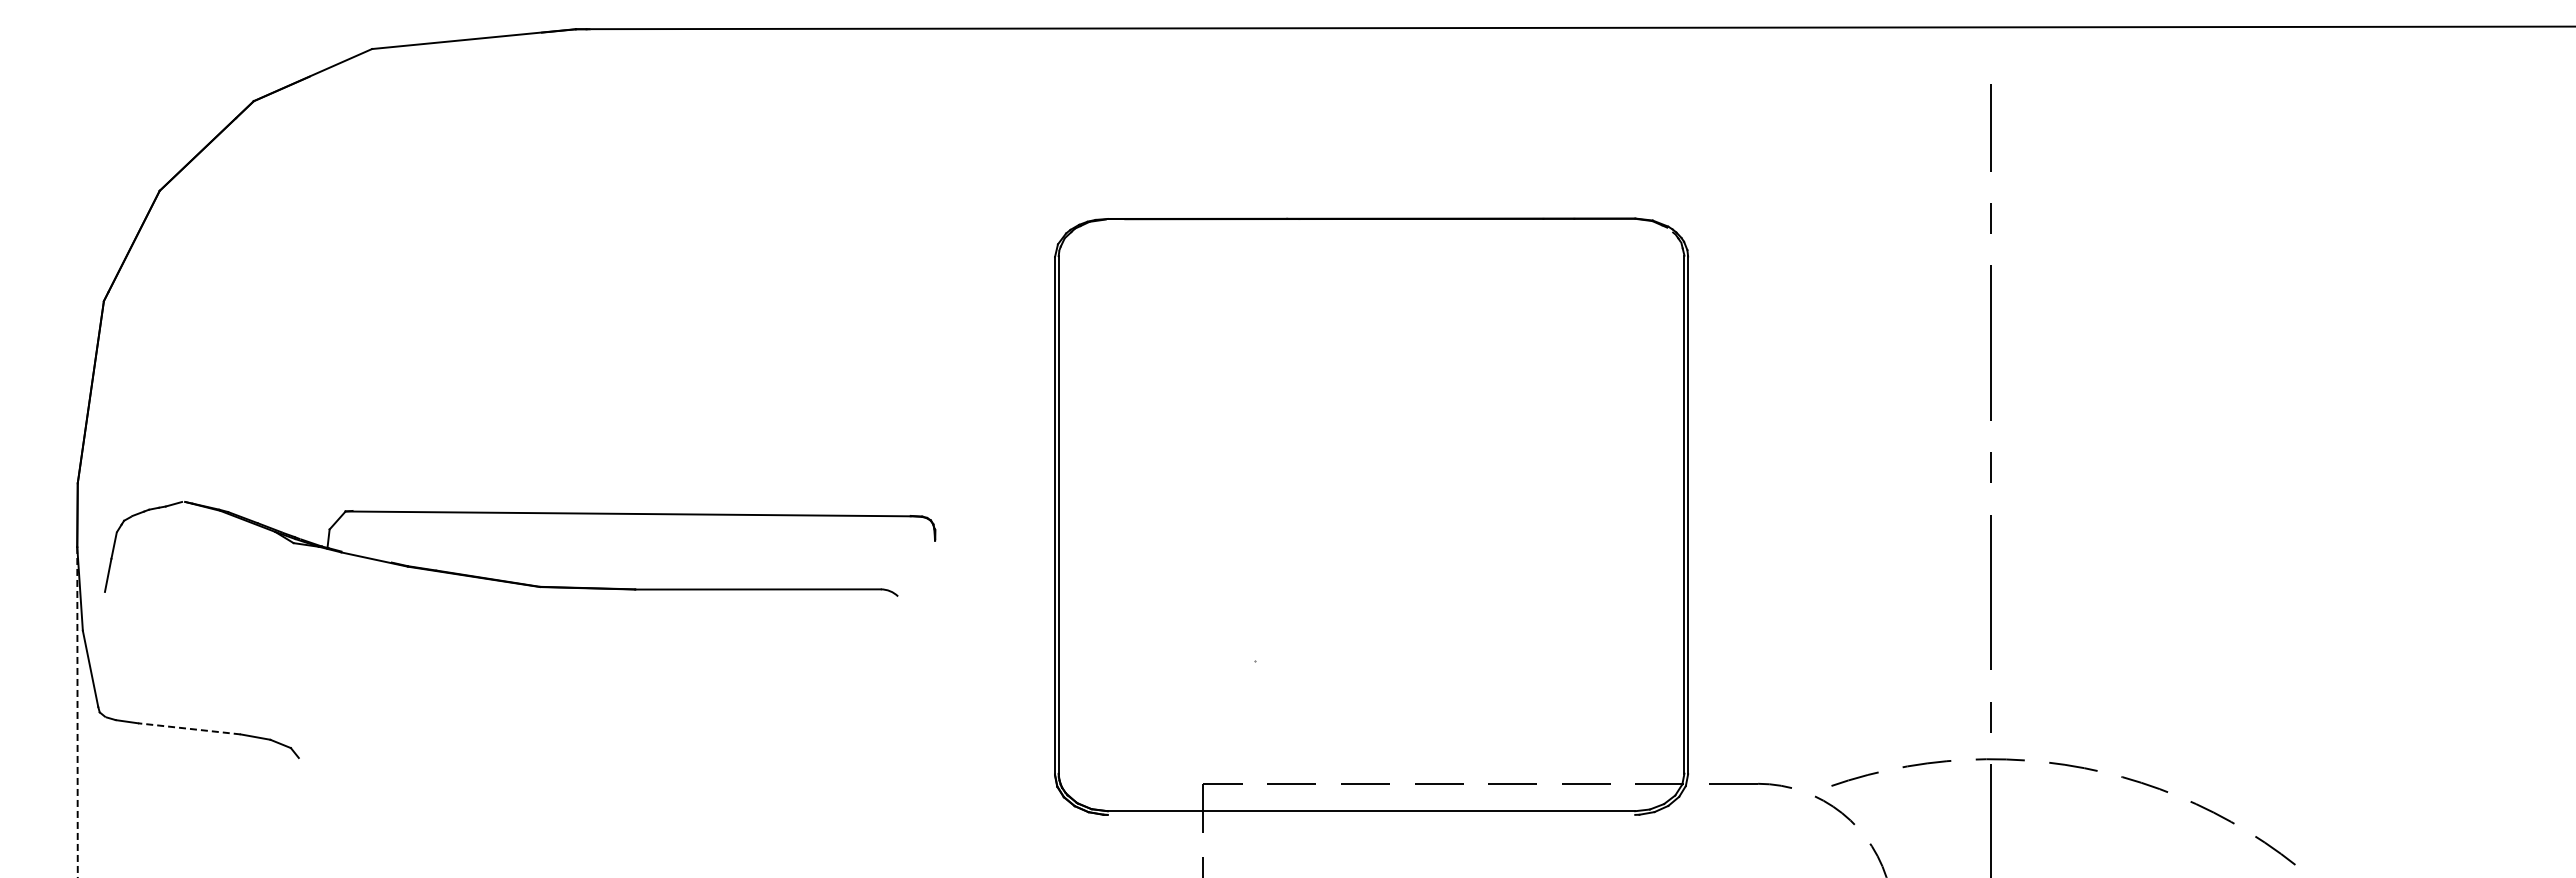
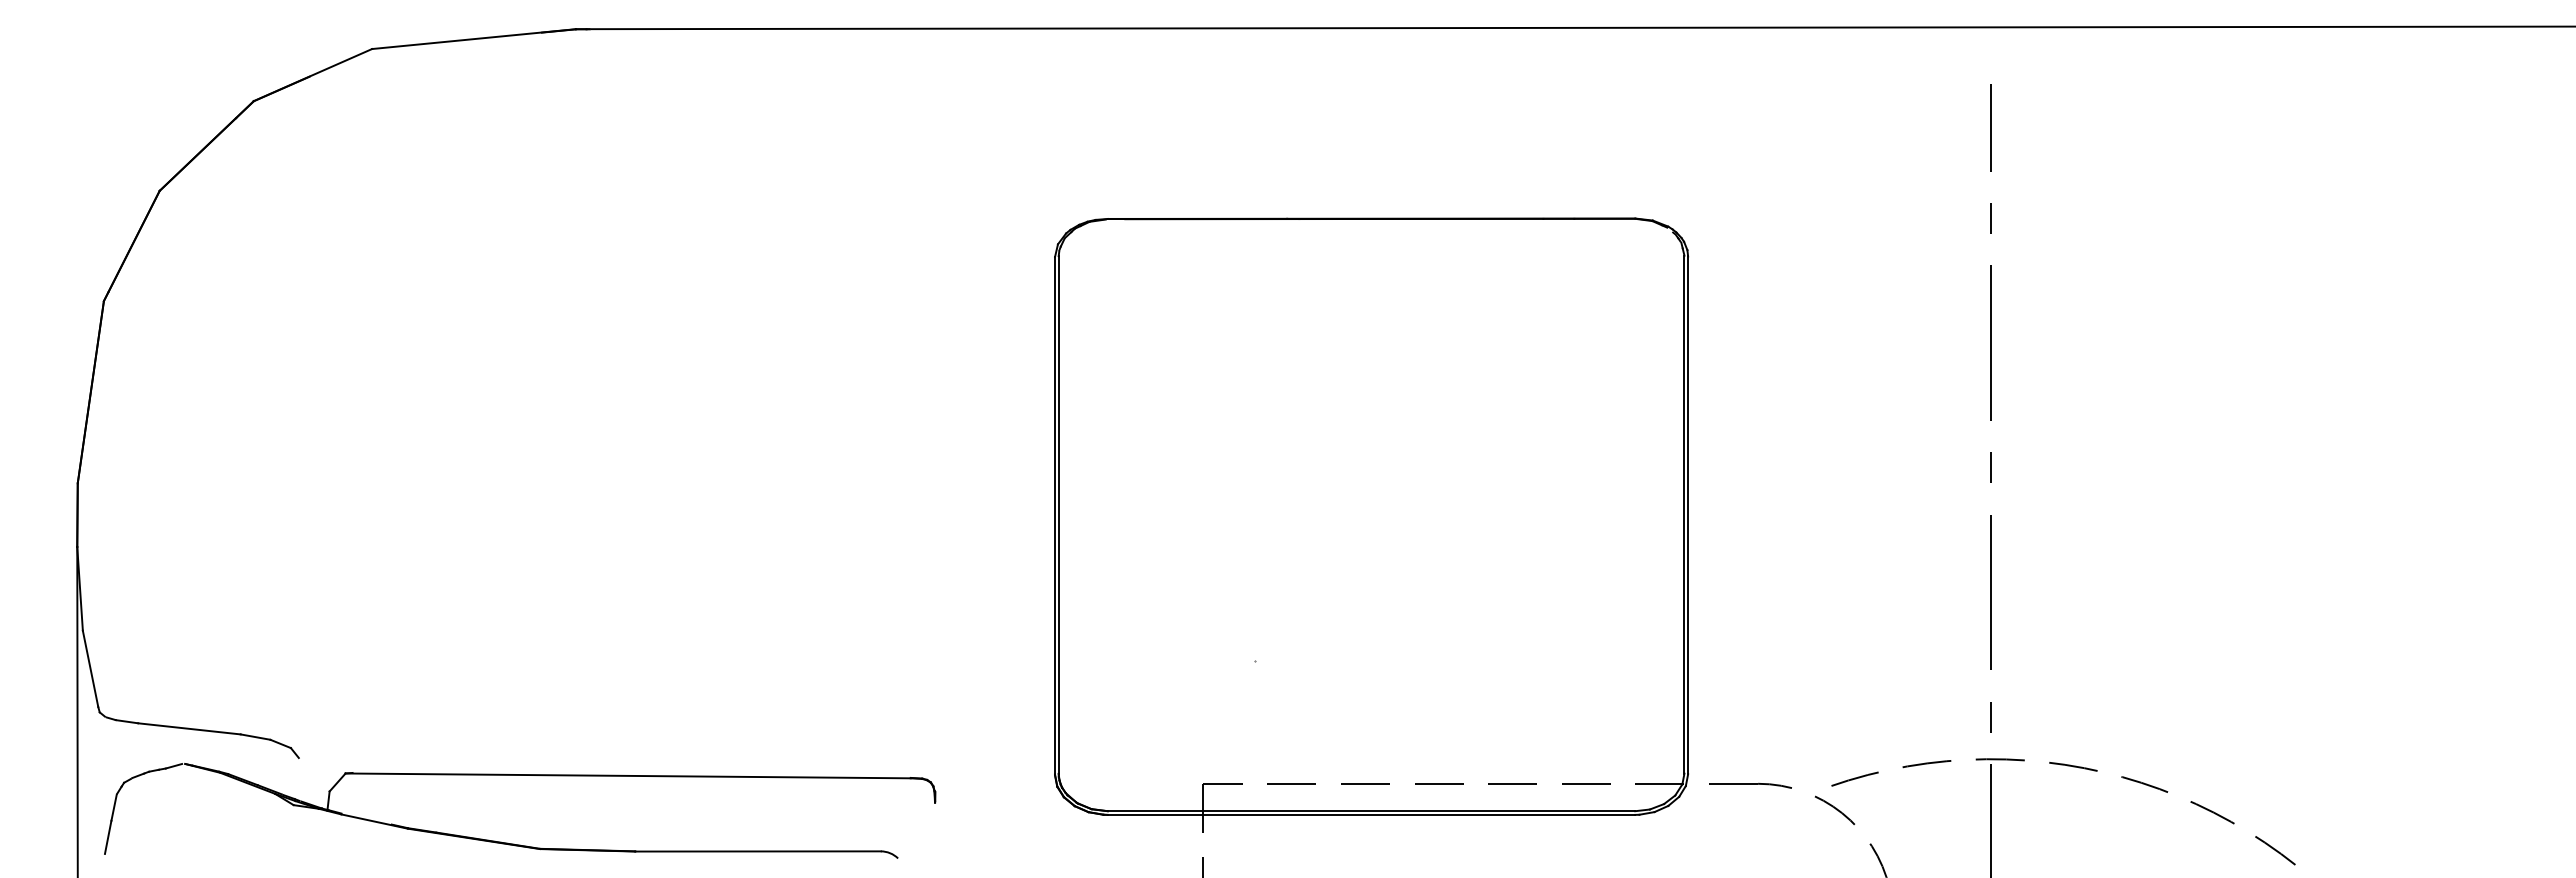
part at (514, 581) position: (514, 581) -> (514, 843)
line at (77, 712): dashed -> solid
line at (189, 728): dashed -> solid
line at (1371, 814): none -> present
